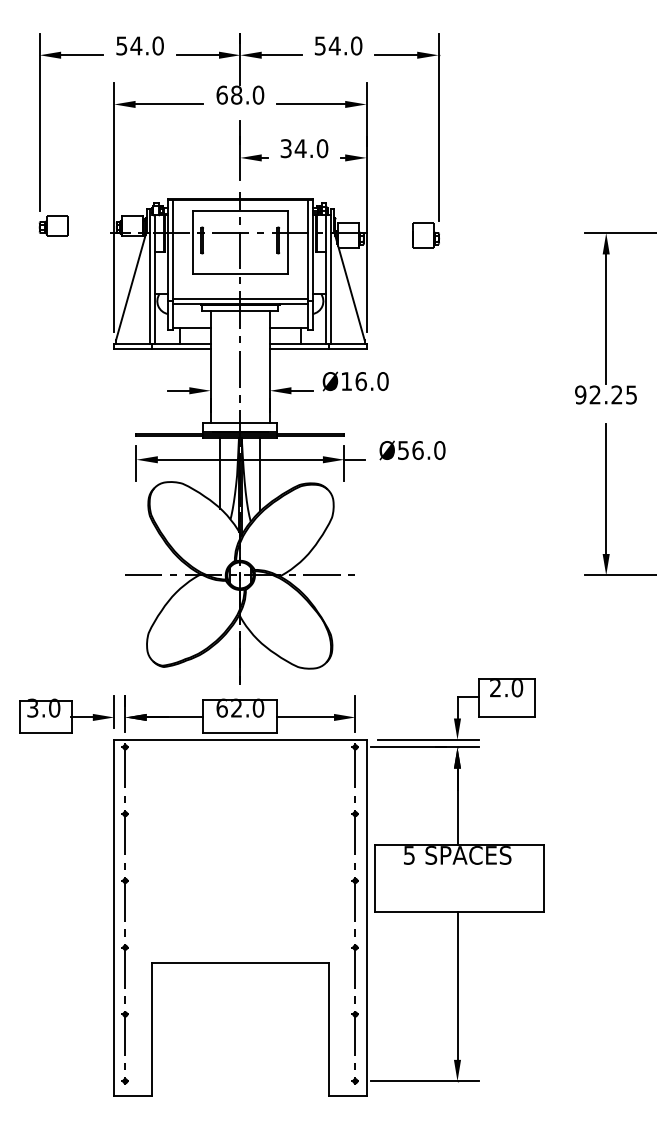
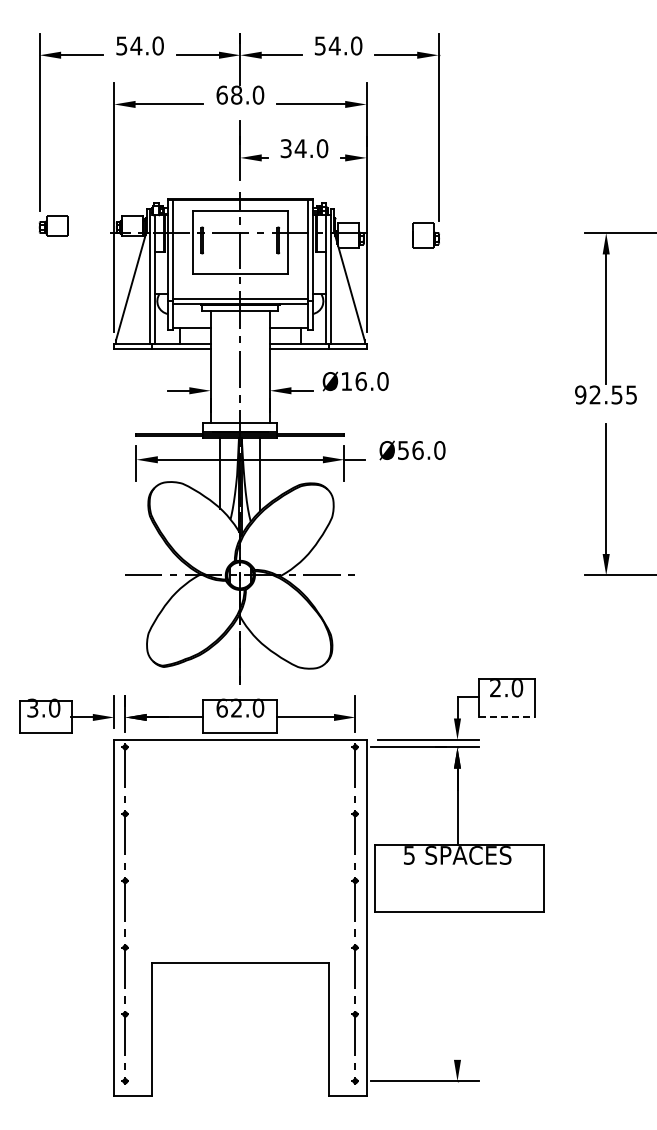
text at (616, 394): 92.25 -> 92.55
line at (507, 717): solid -> dashed
line at (457, 985): present -> none
